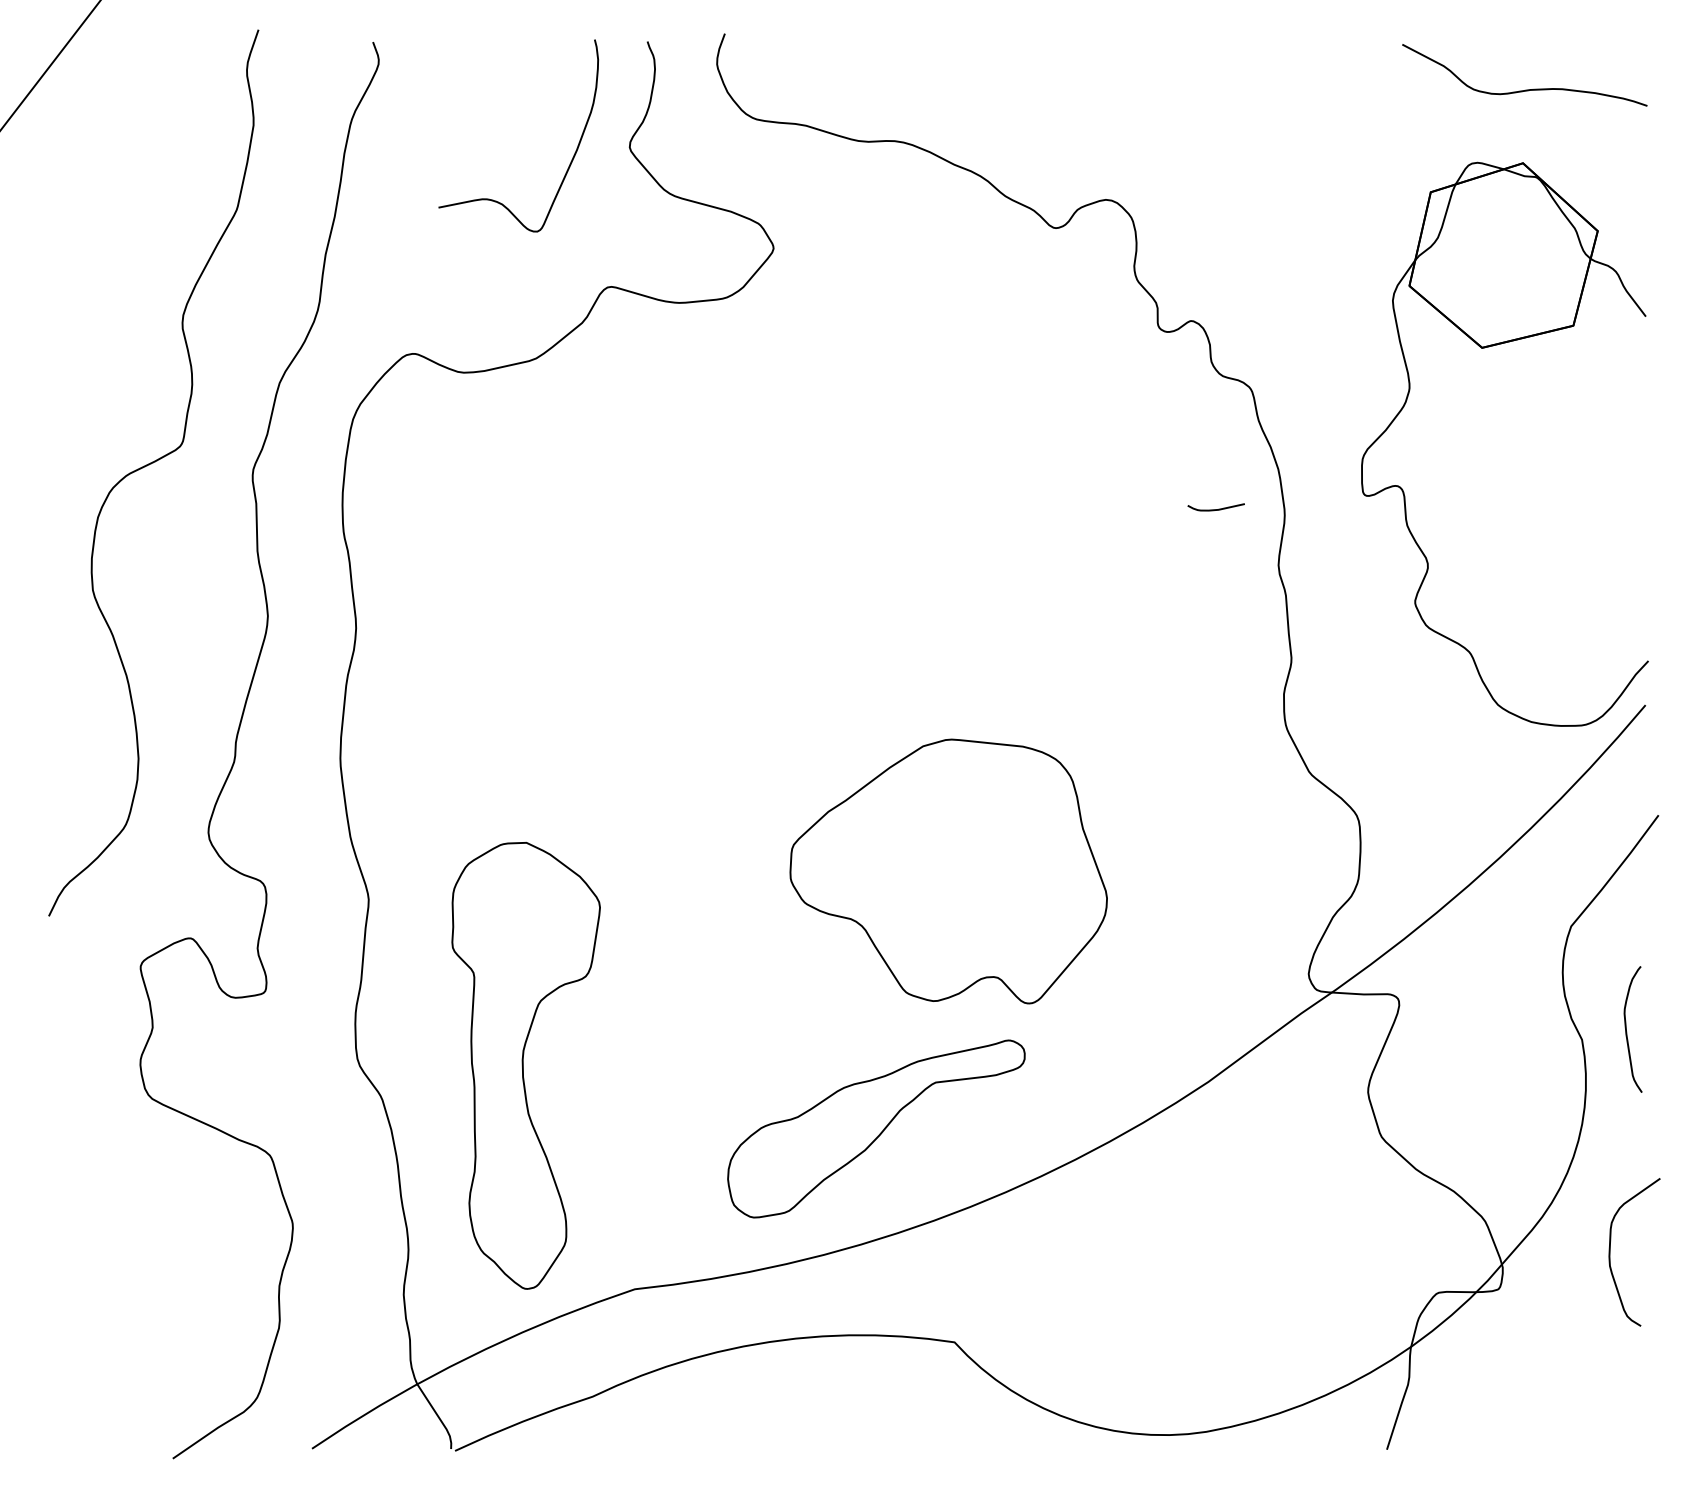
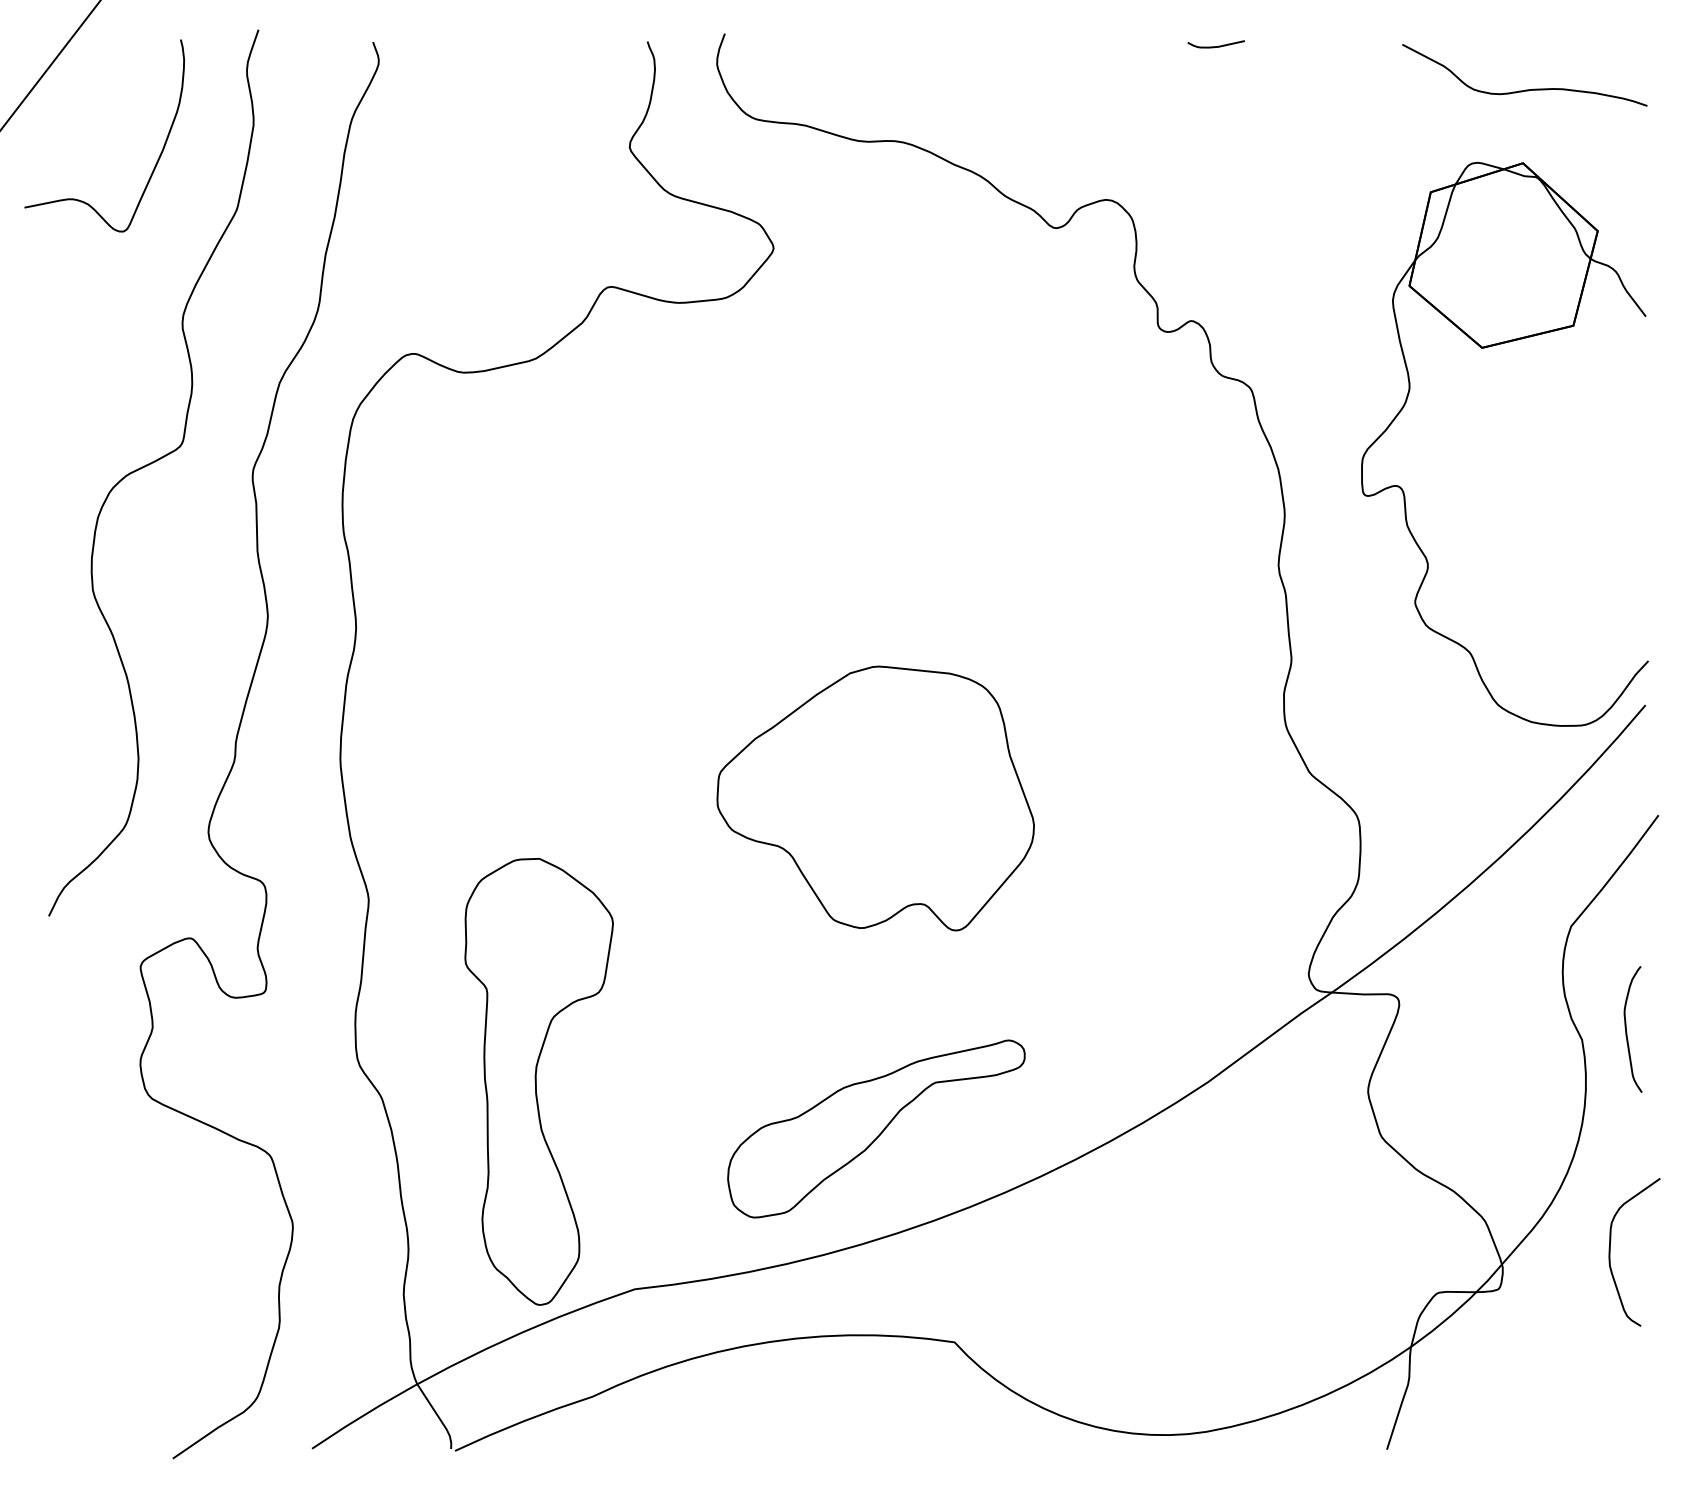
curve at (570, 161) position: (570, 161) -> (156, 161)
curve at (1215, 509) position: (1215, 509) -> (1215, 46)
part at (948, 871) position: (948, 871) -> (875, 798)
part at (525, 1065) position: (525, 1065) -> (538, 1081)
